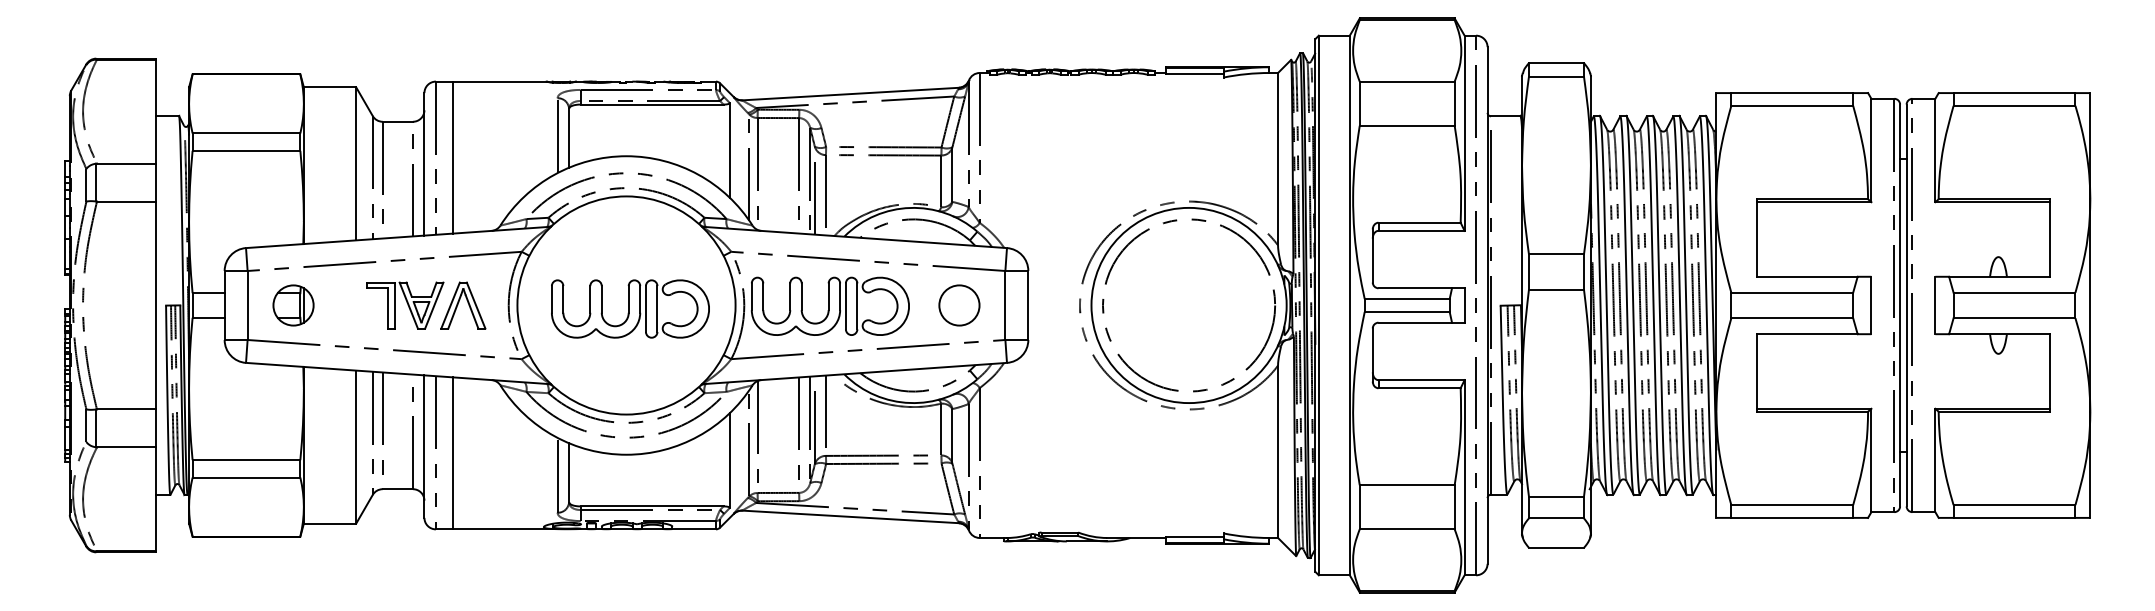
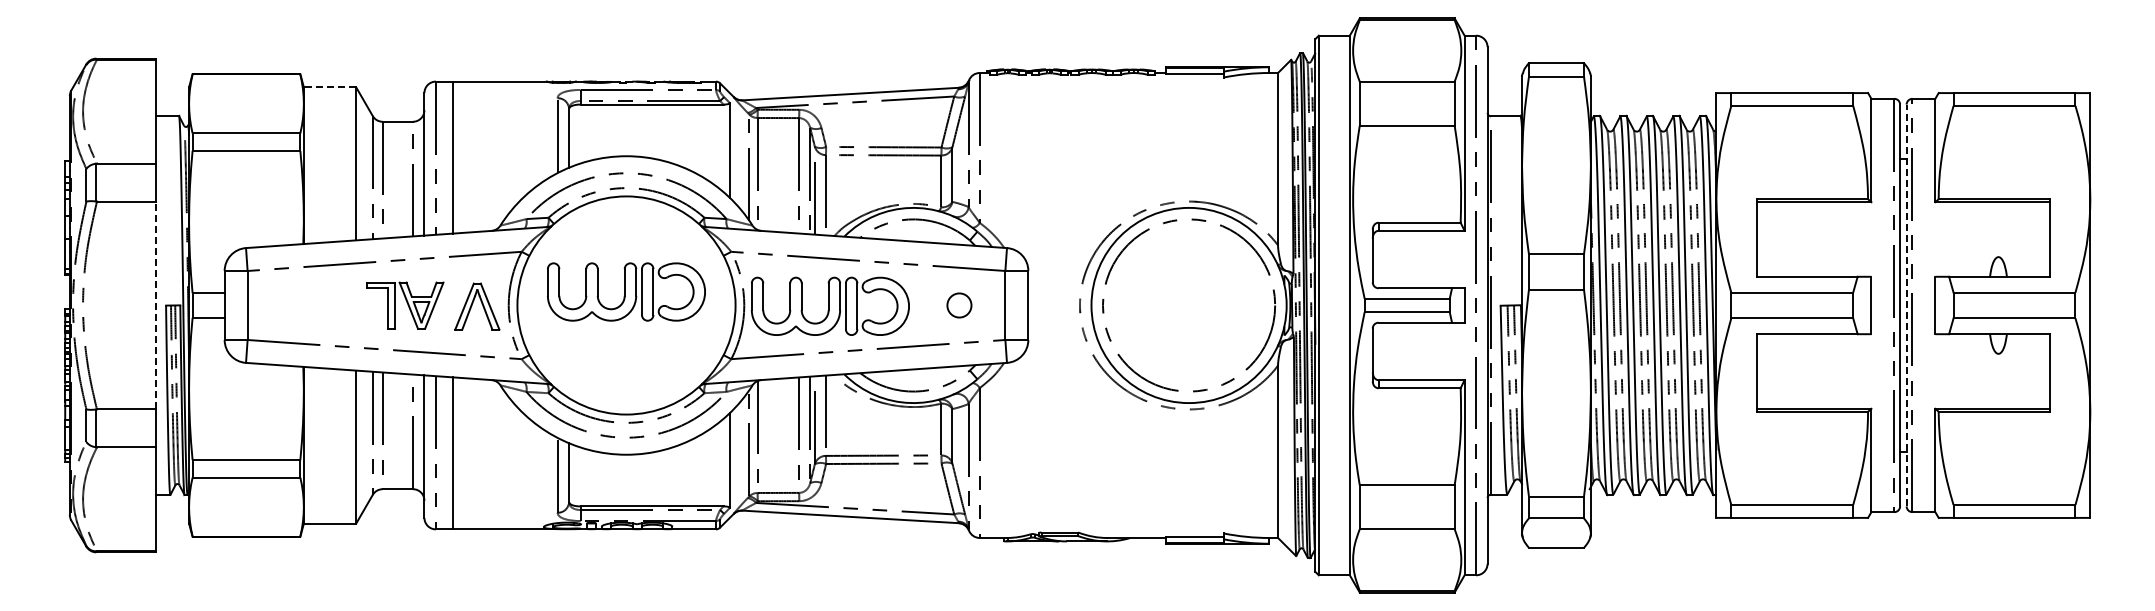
line at (329, 87): solid -> dashed
line at (155, 305): solid -> dashed
part at (293, 305): present -> none
part at (463, 305) position: (463, 305) -> (477, 306)
circle at (959, 305) diameter: 40 px -> 24 px
line at (1906, 305): solid -> dashed
part at (630, 308) position: (630, 308) -> (626, 291)
